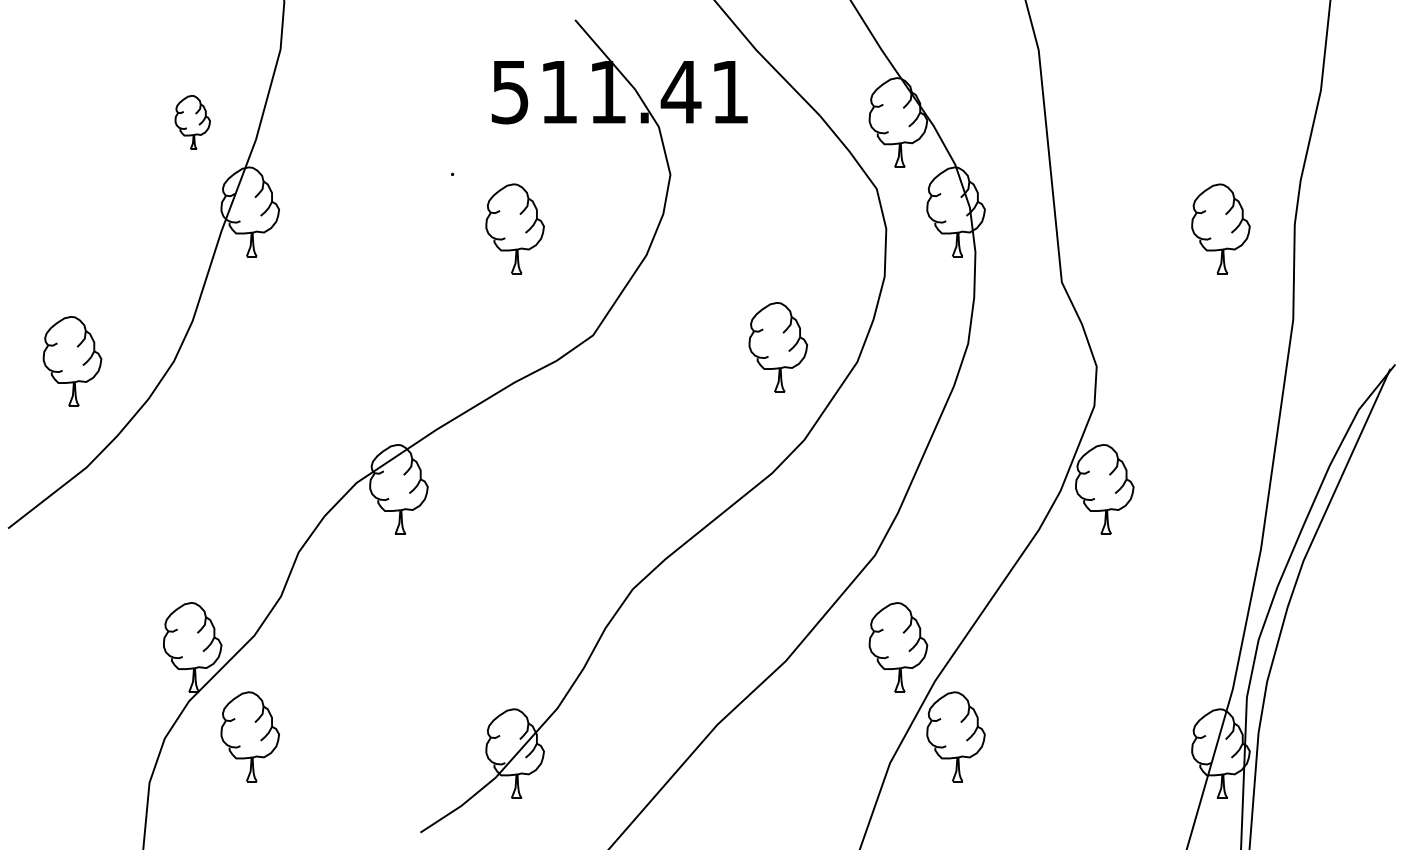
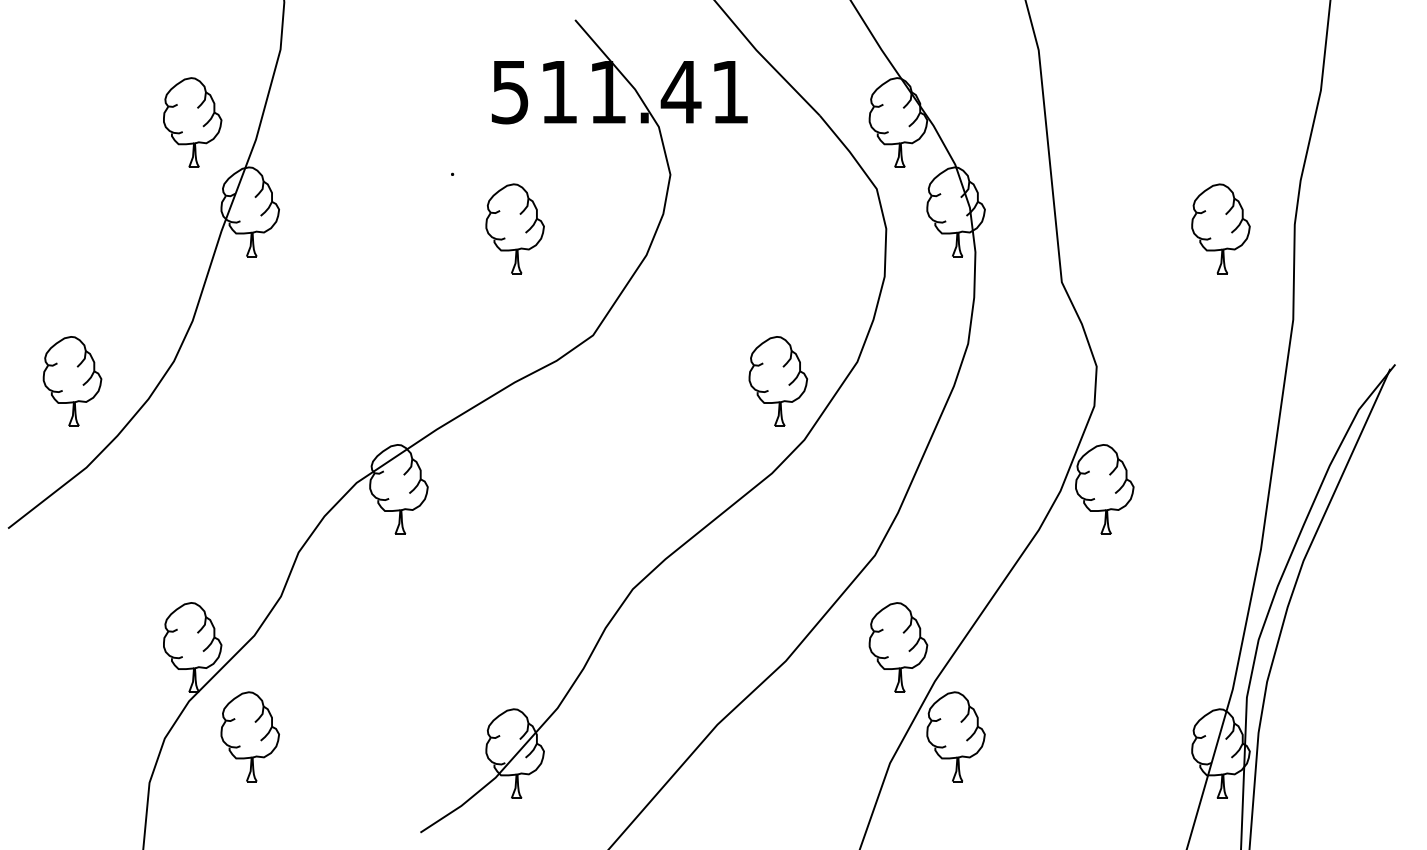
part at (192, 122) size: 37x55 px -> 60x91 px
part at (778, 347) position: (778, 347) -> (778, 381)
part at (72, 361) position: (72, 361) -> (72, 381)
